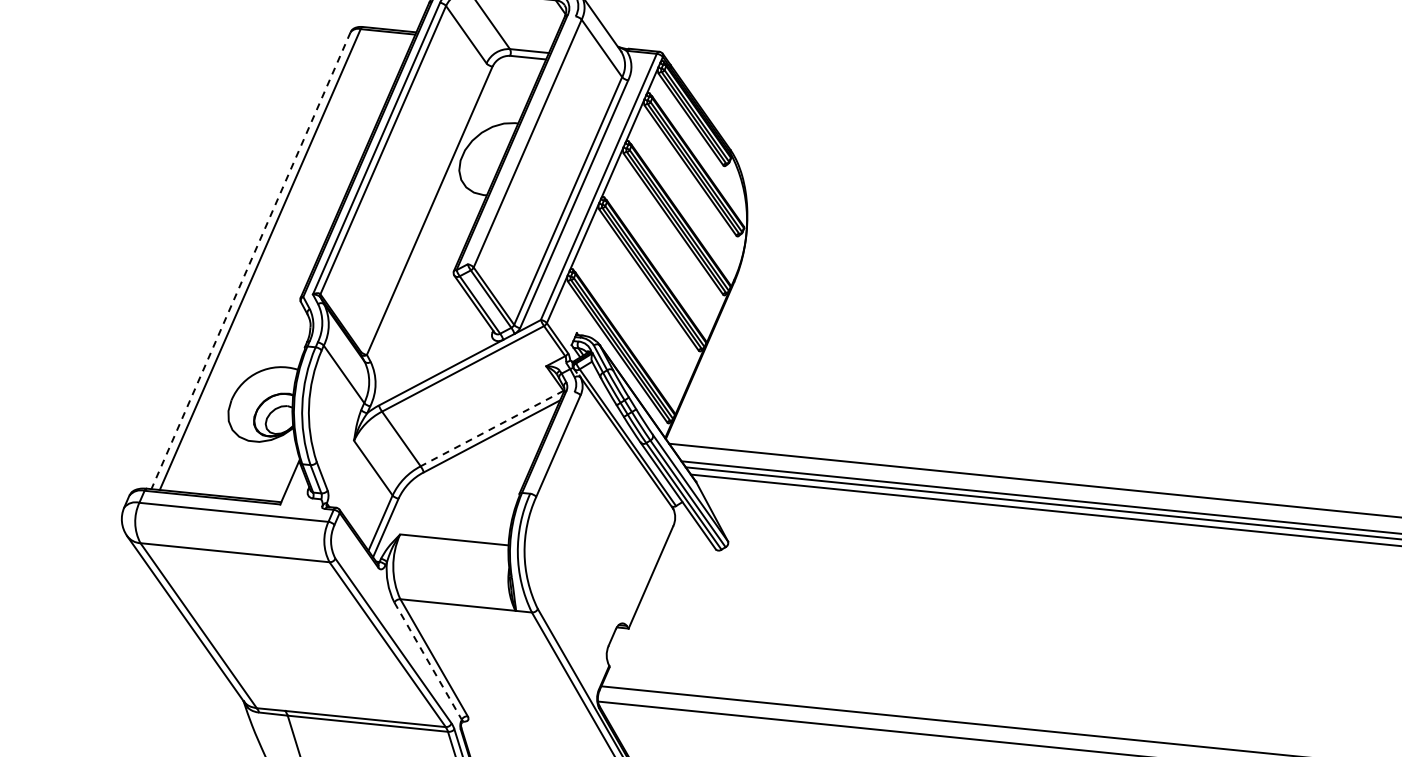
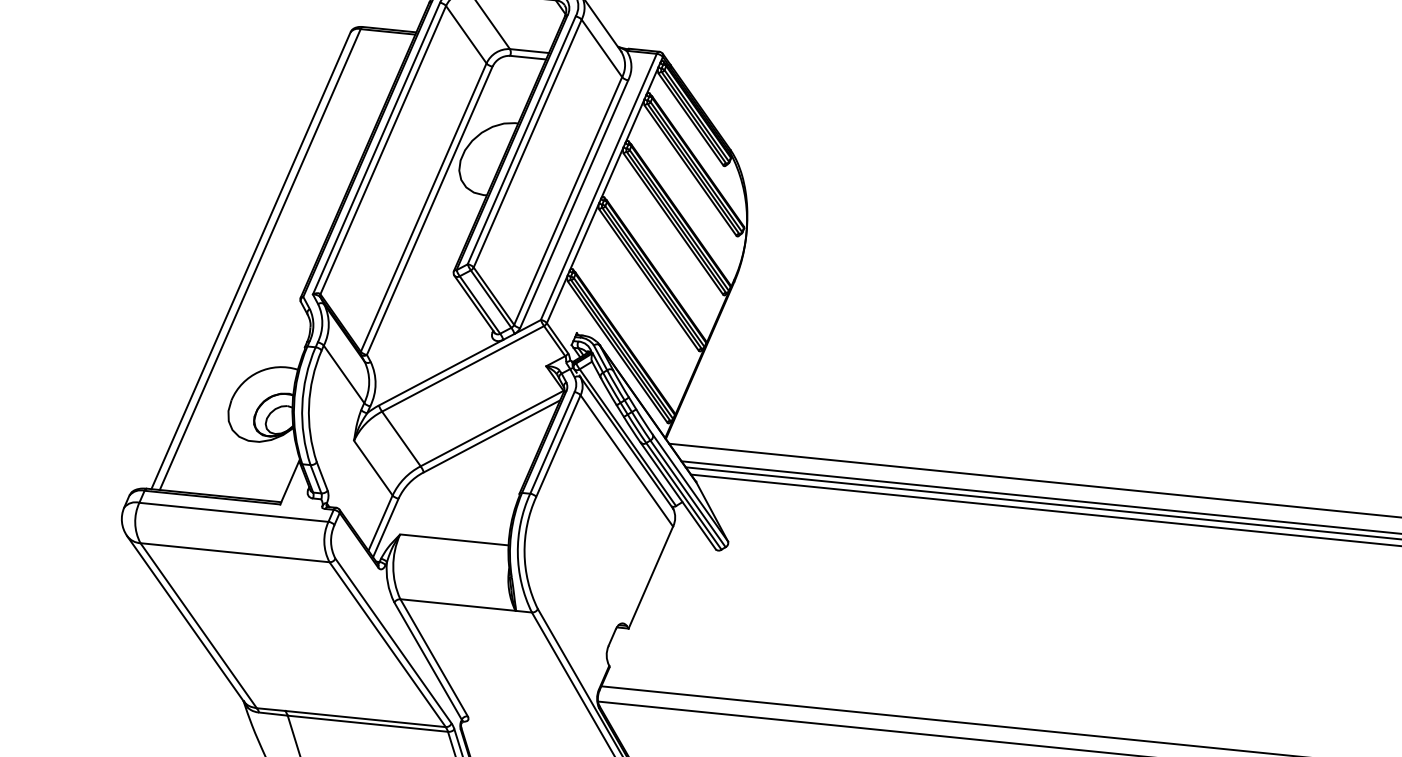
line at (521, 140): none -> present
line at (423, 207): none -> present
line at (250, 261): dashed -> solid
line at (492, 428): dashed -> solid
line at (552, 442): none -> present
line at (626, 460): none -> present
line at (428, 661): dashed -> solid
